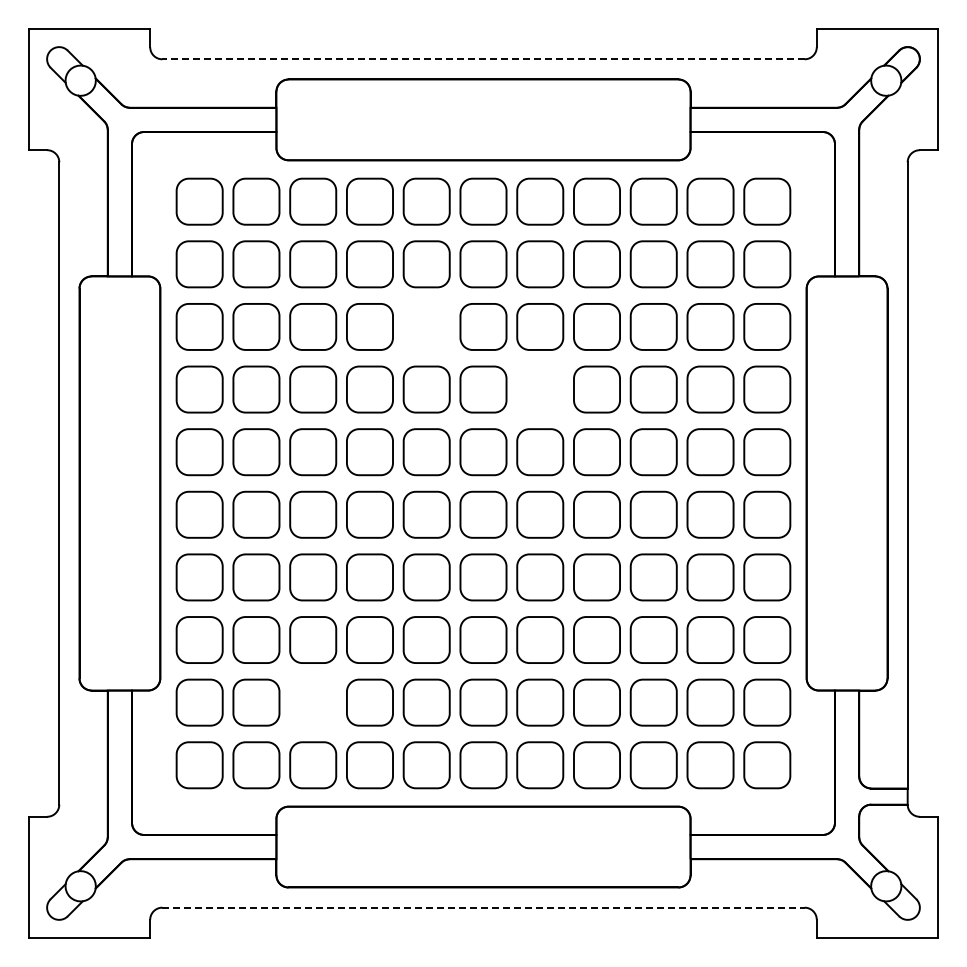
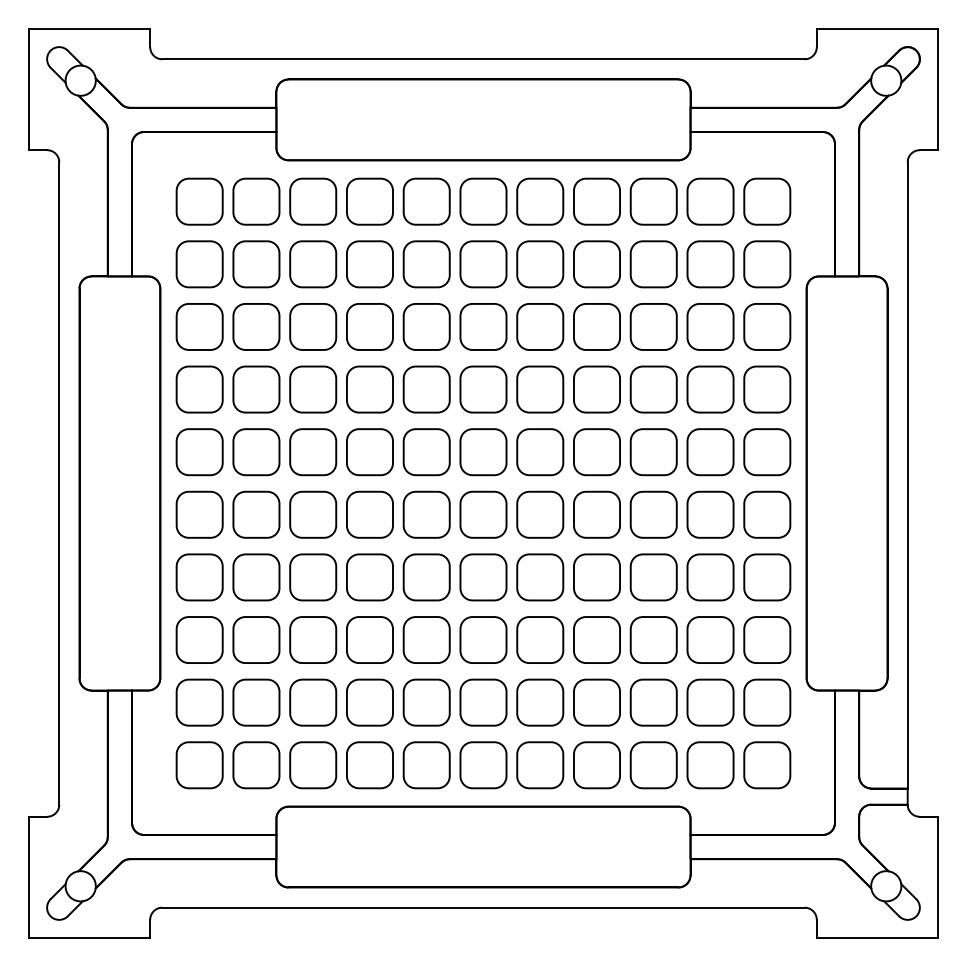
line at (483, 59): dashed -> solid
part at (426, 326): none -> present
part at (540, 389): none -> present
part at (313, 702): none -> present
line at (483, 907): dashed -> solid
